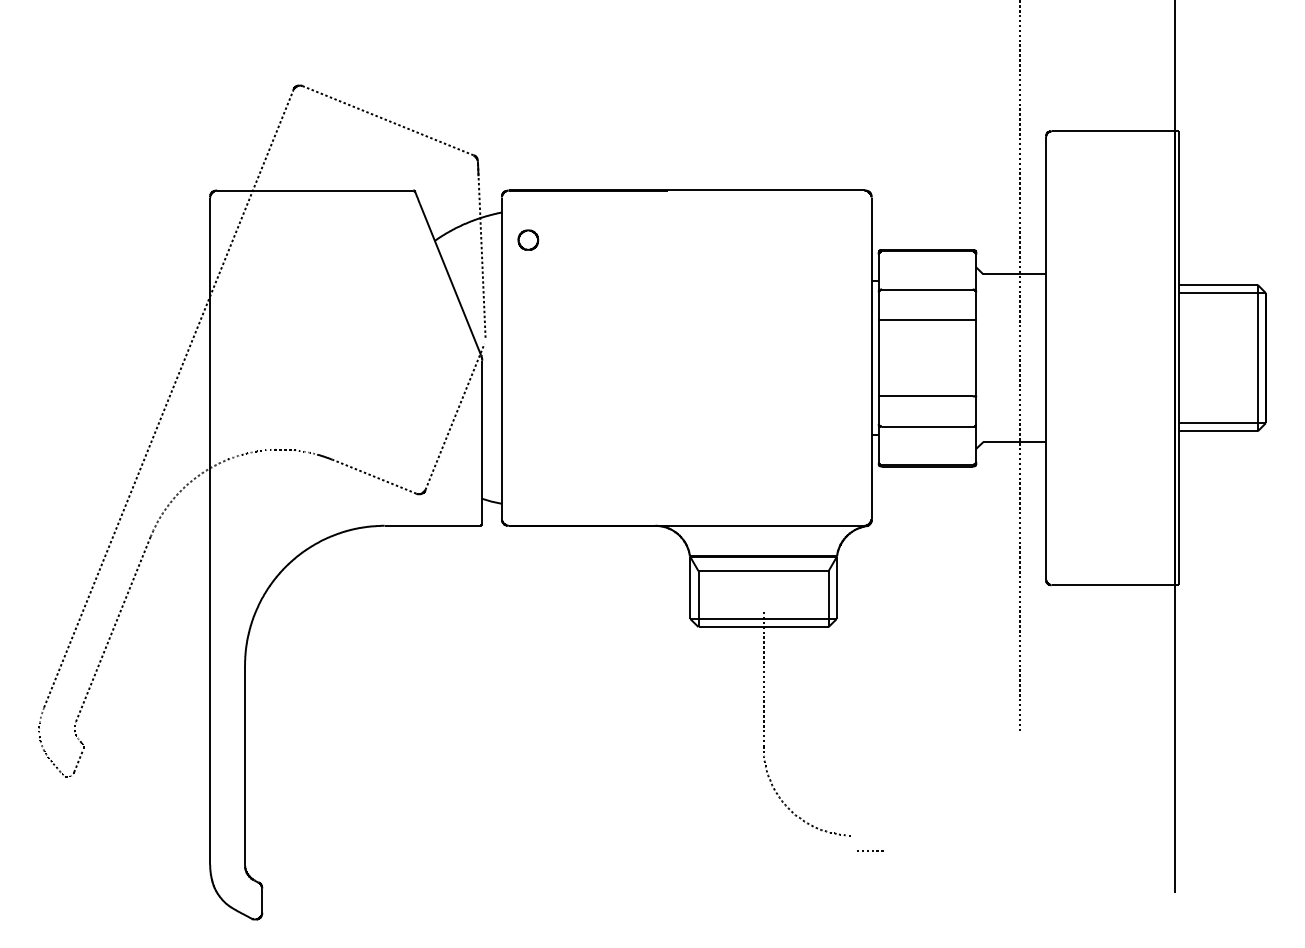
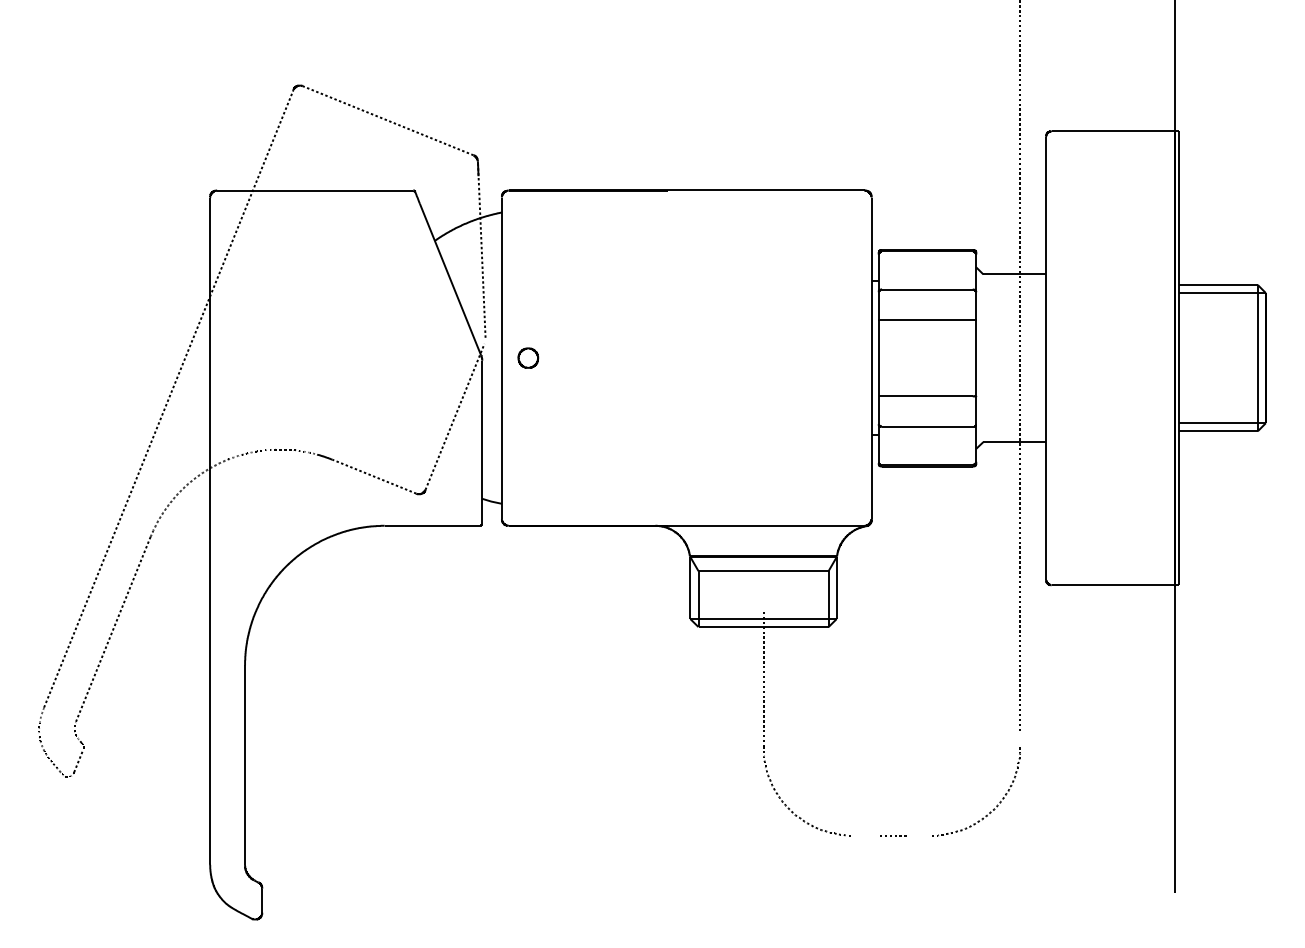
part at (528, 239) position: (528, 239) -> (528, 357)
curve at (993, 808): none -> present
line at (868, 850) position: (868, 850) -> (891, 835)
